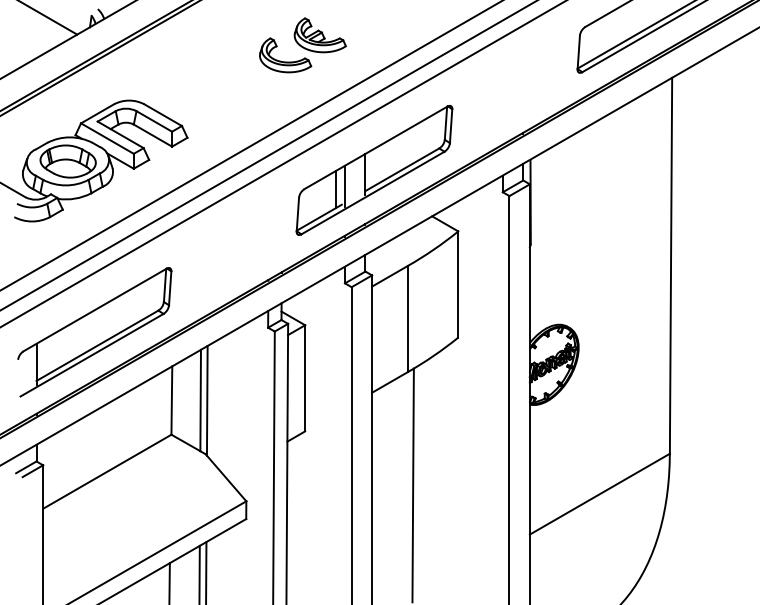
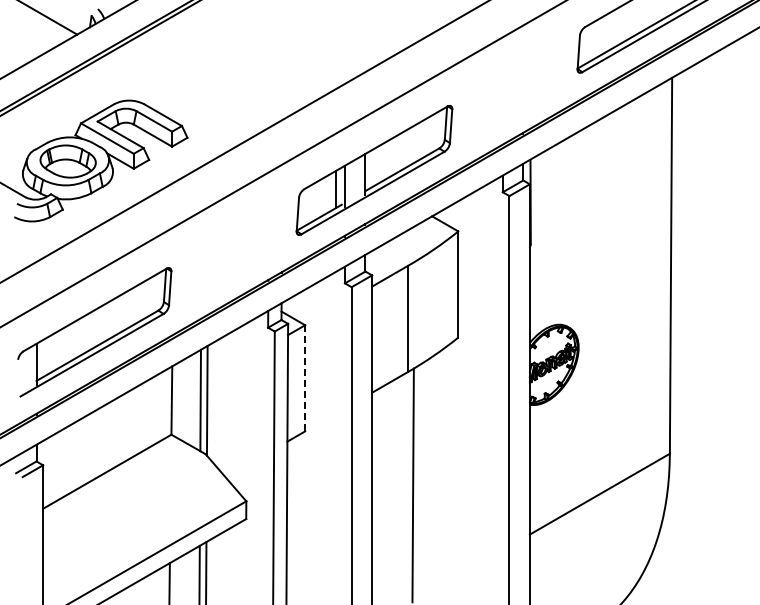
part at (302, 45): present -> none
line at (250, 145) position: (250, 145) -> (244, 141)
line at (268, 155): present -> none
line at (305, 378): solid -> dashed
